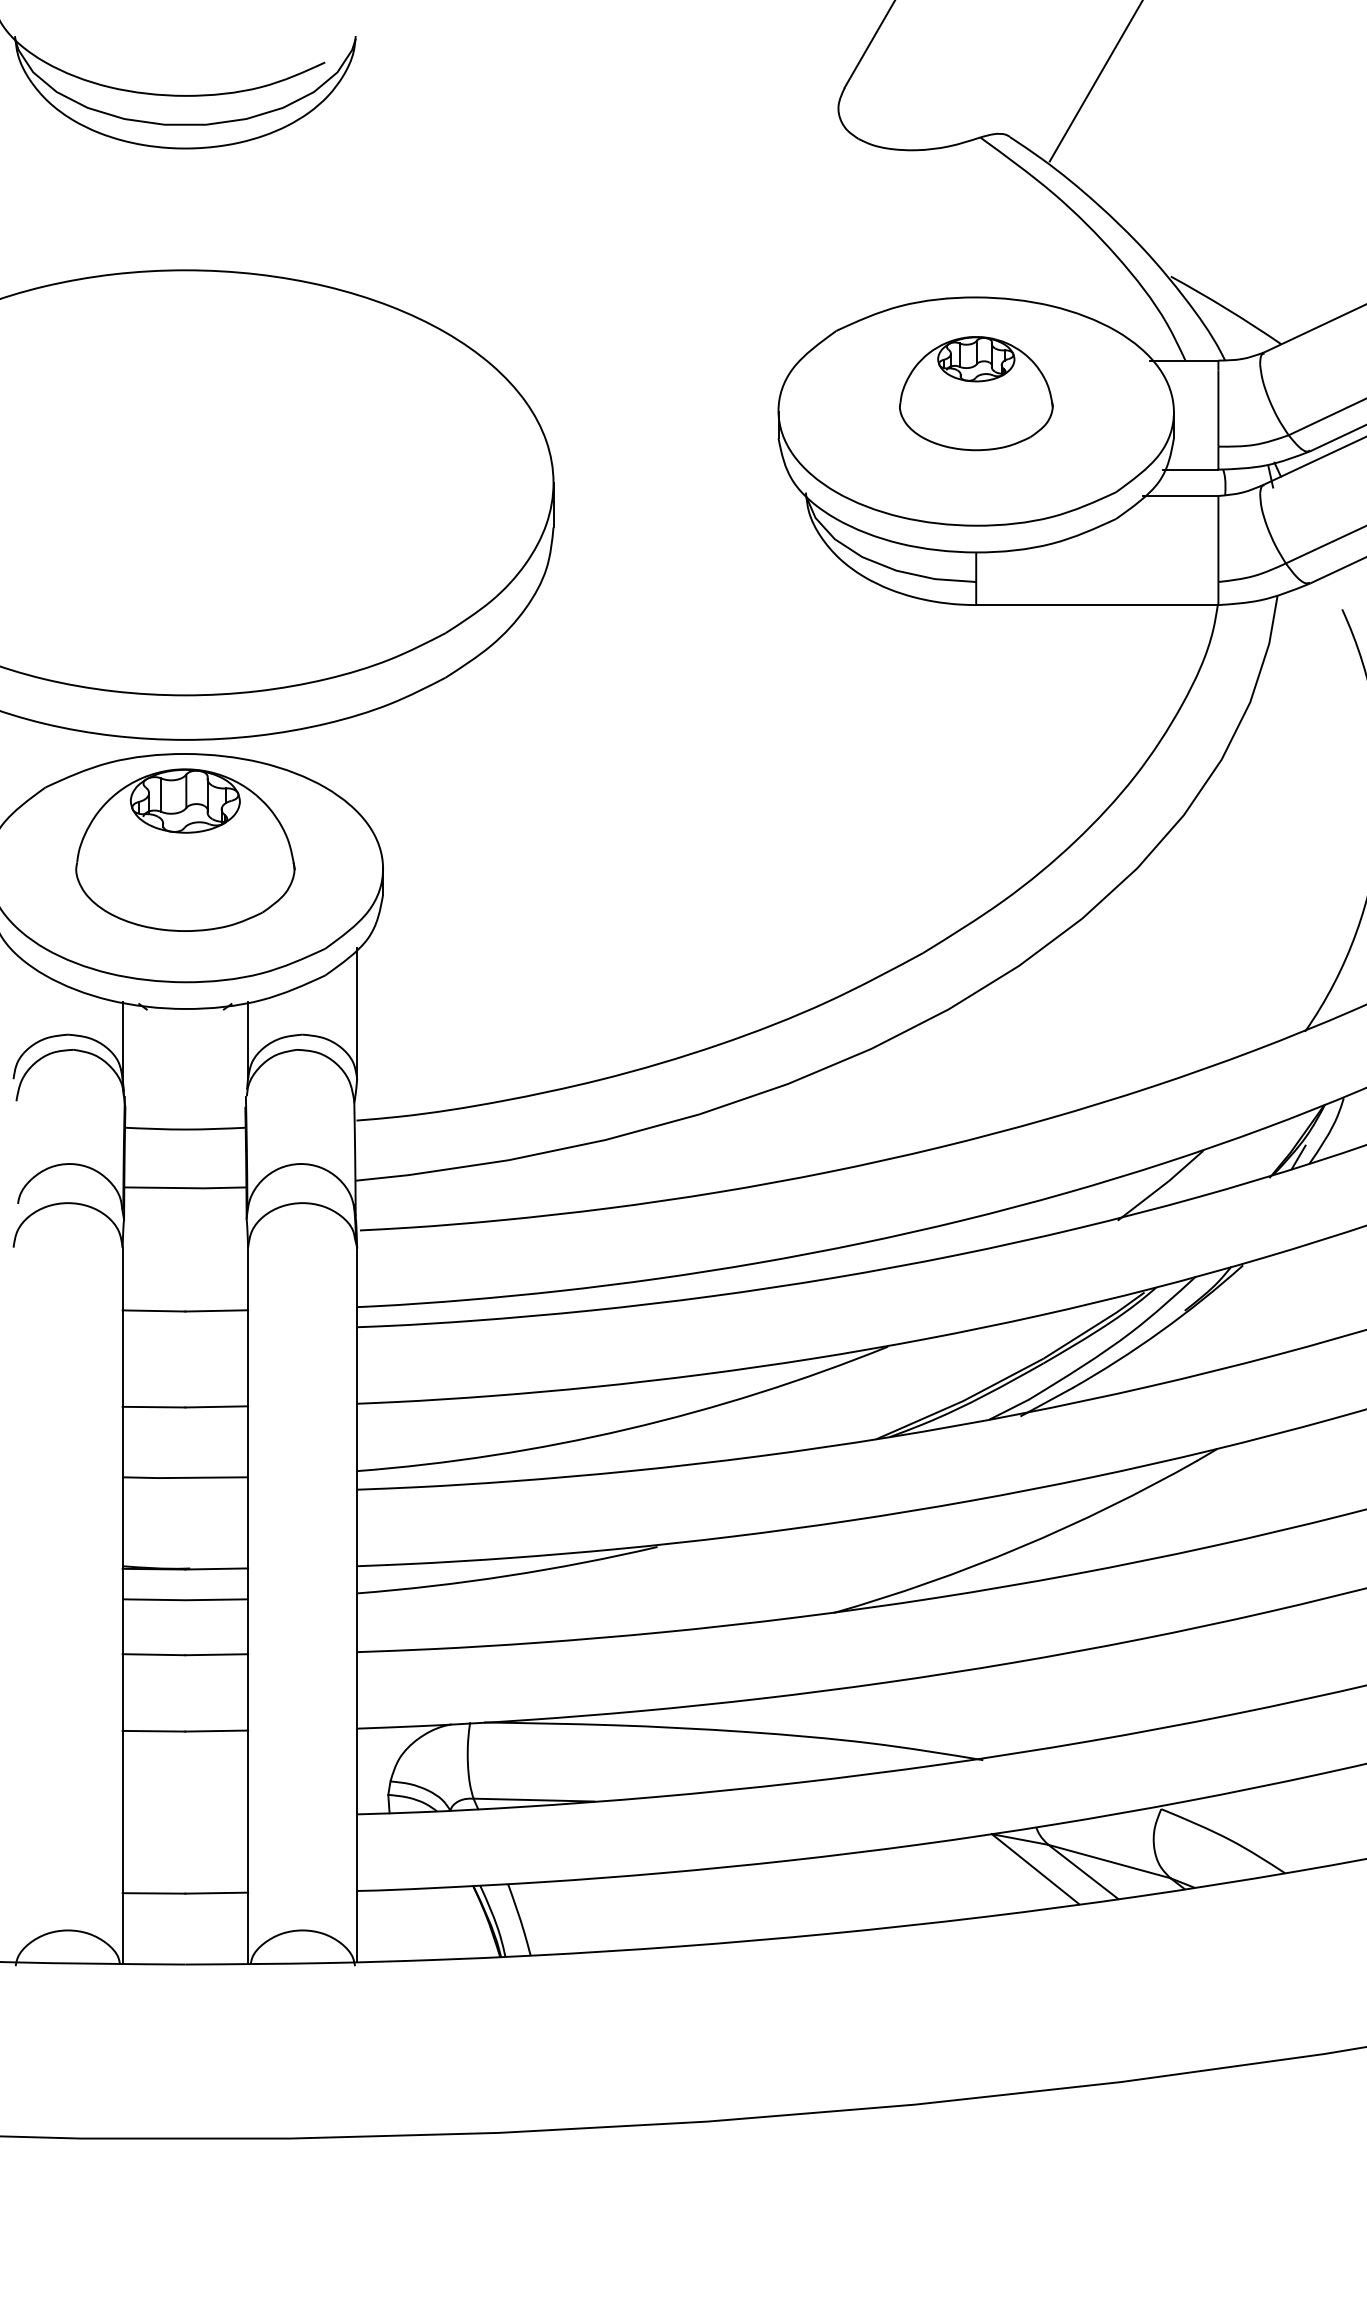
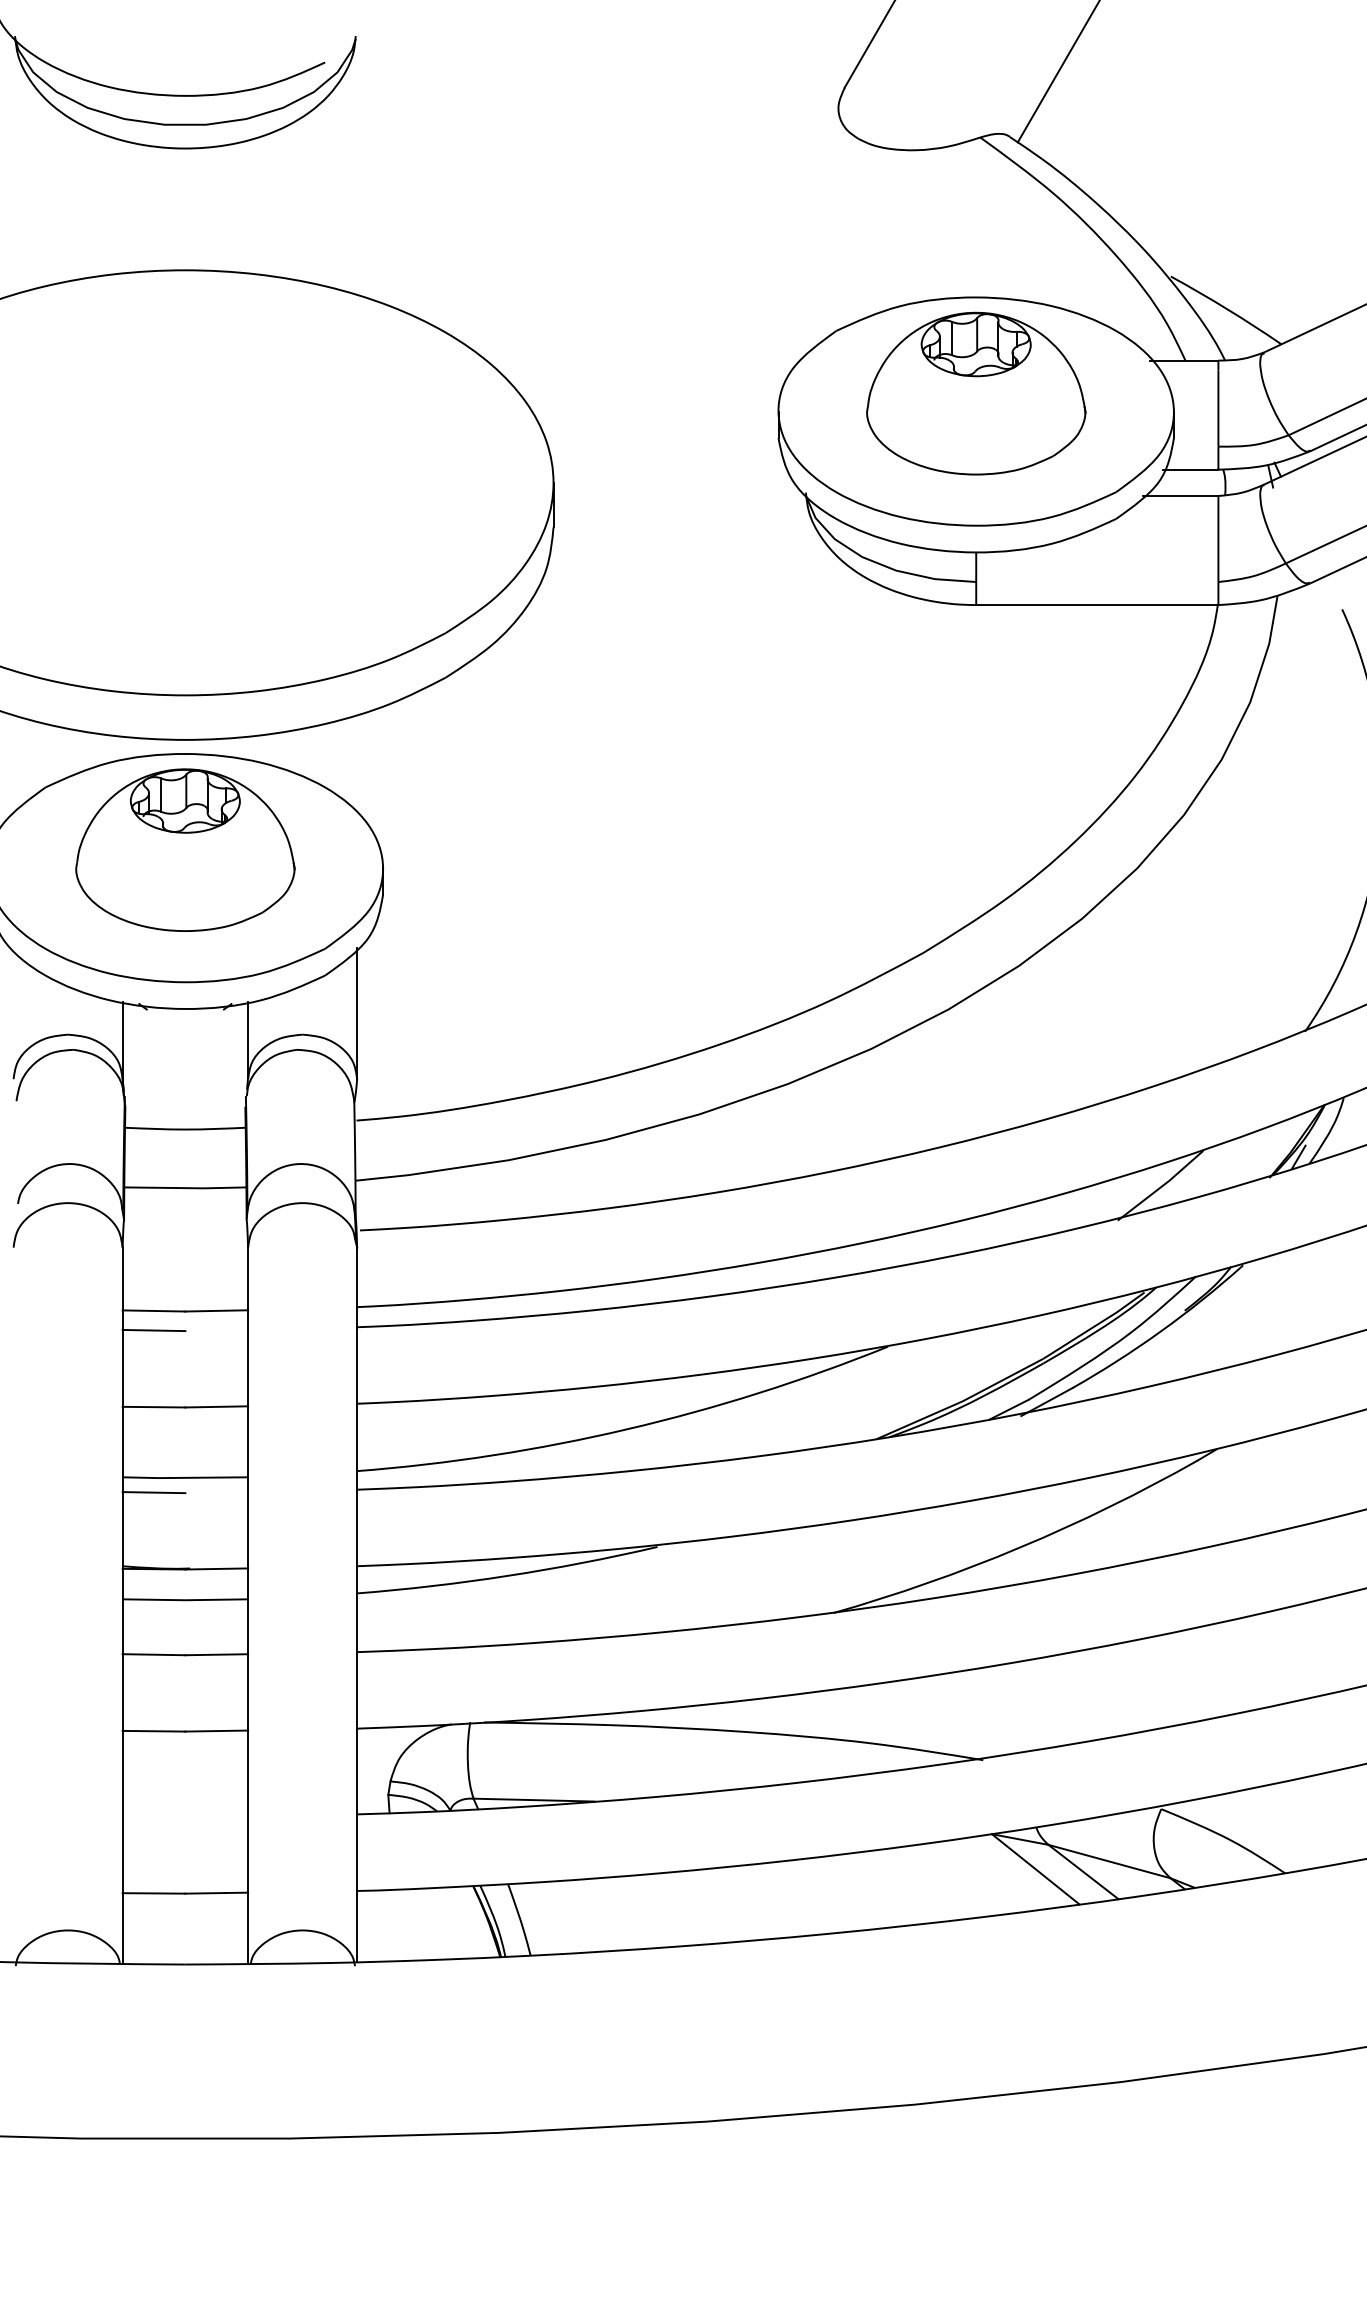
line at (1095, 81) position: (1095, 81) -> (1057, 72)
part at (976, 393) size: 155x116 px -> 221x165 px
line at (153, 1330): none -> present
line at (153, 1492): none -> present
